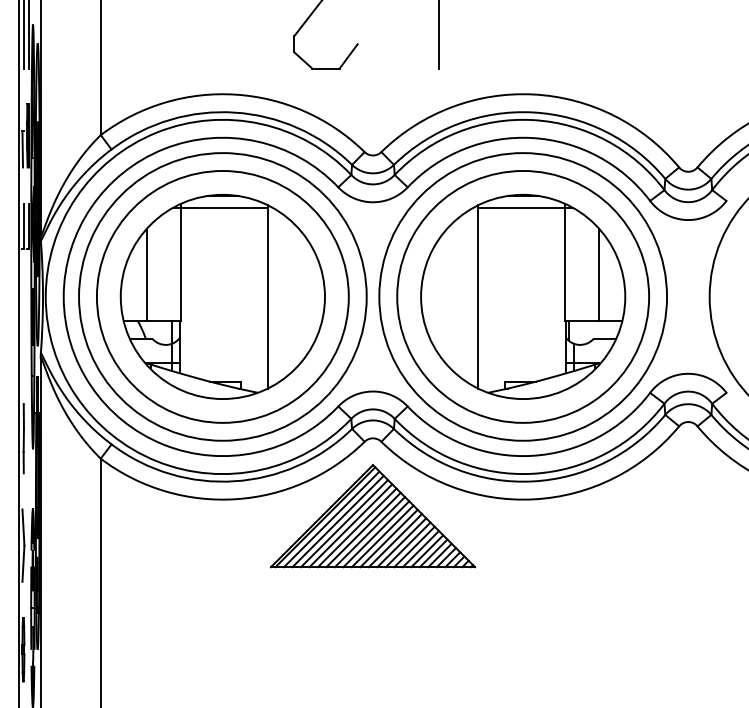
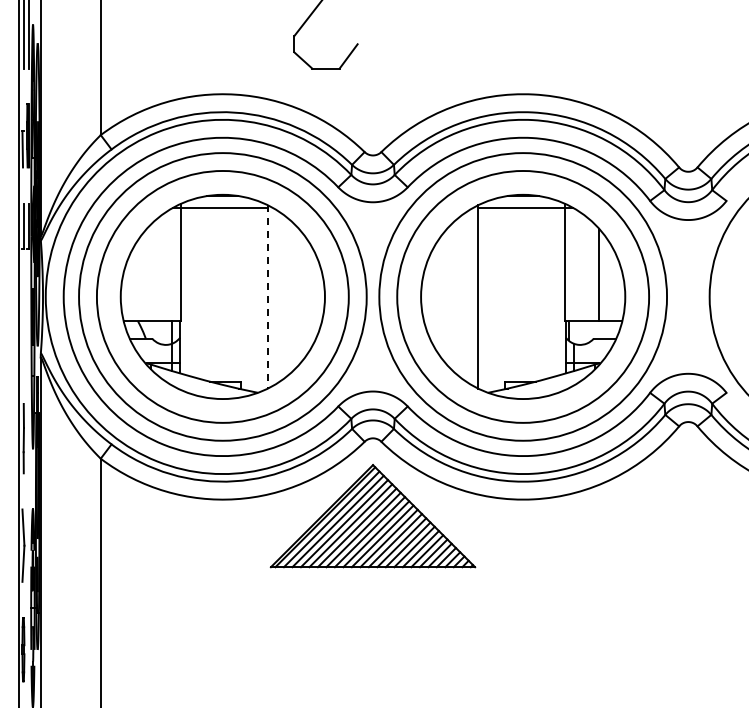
line at (439, 35): present -> none
line at (146, 274): present -> none
line at (267, 296): solid -> dashed
